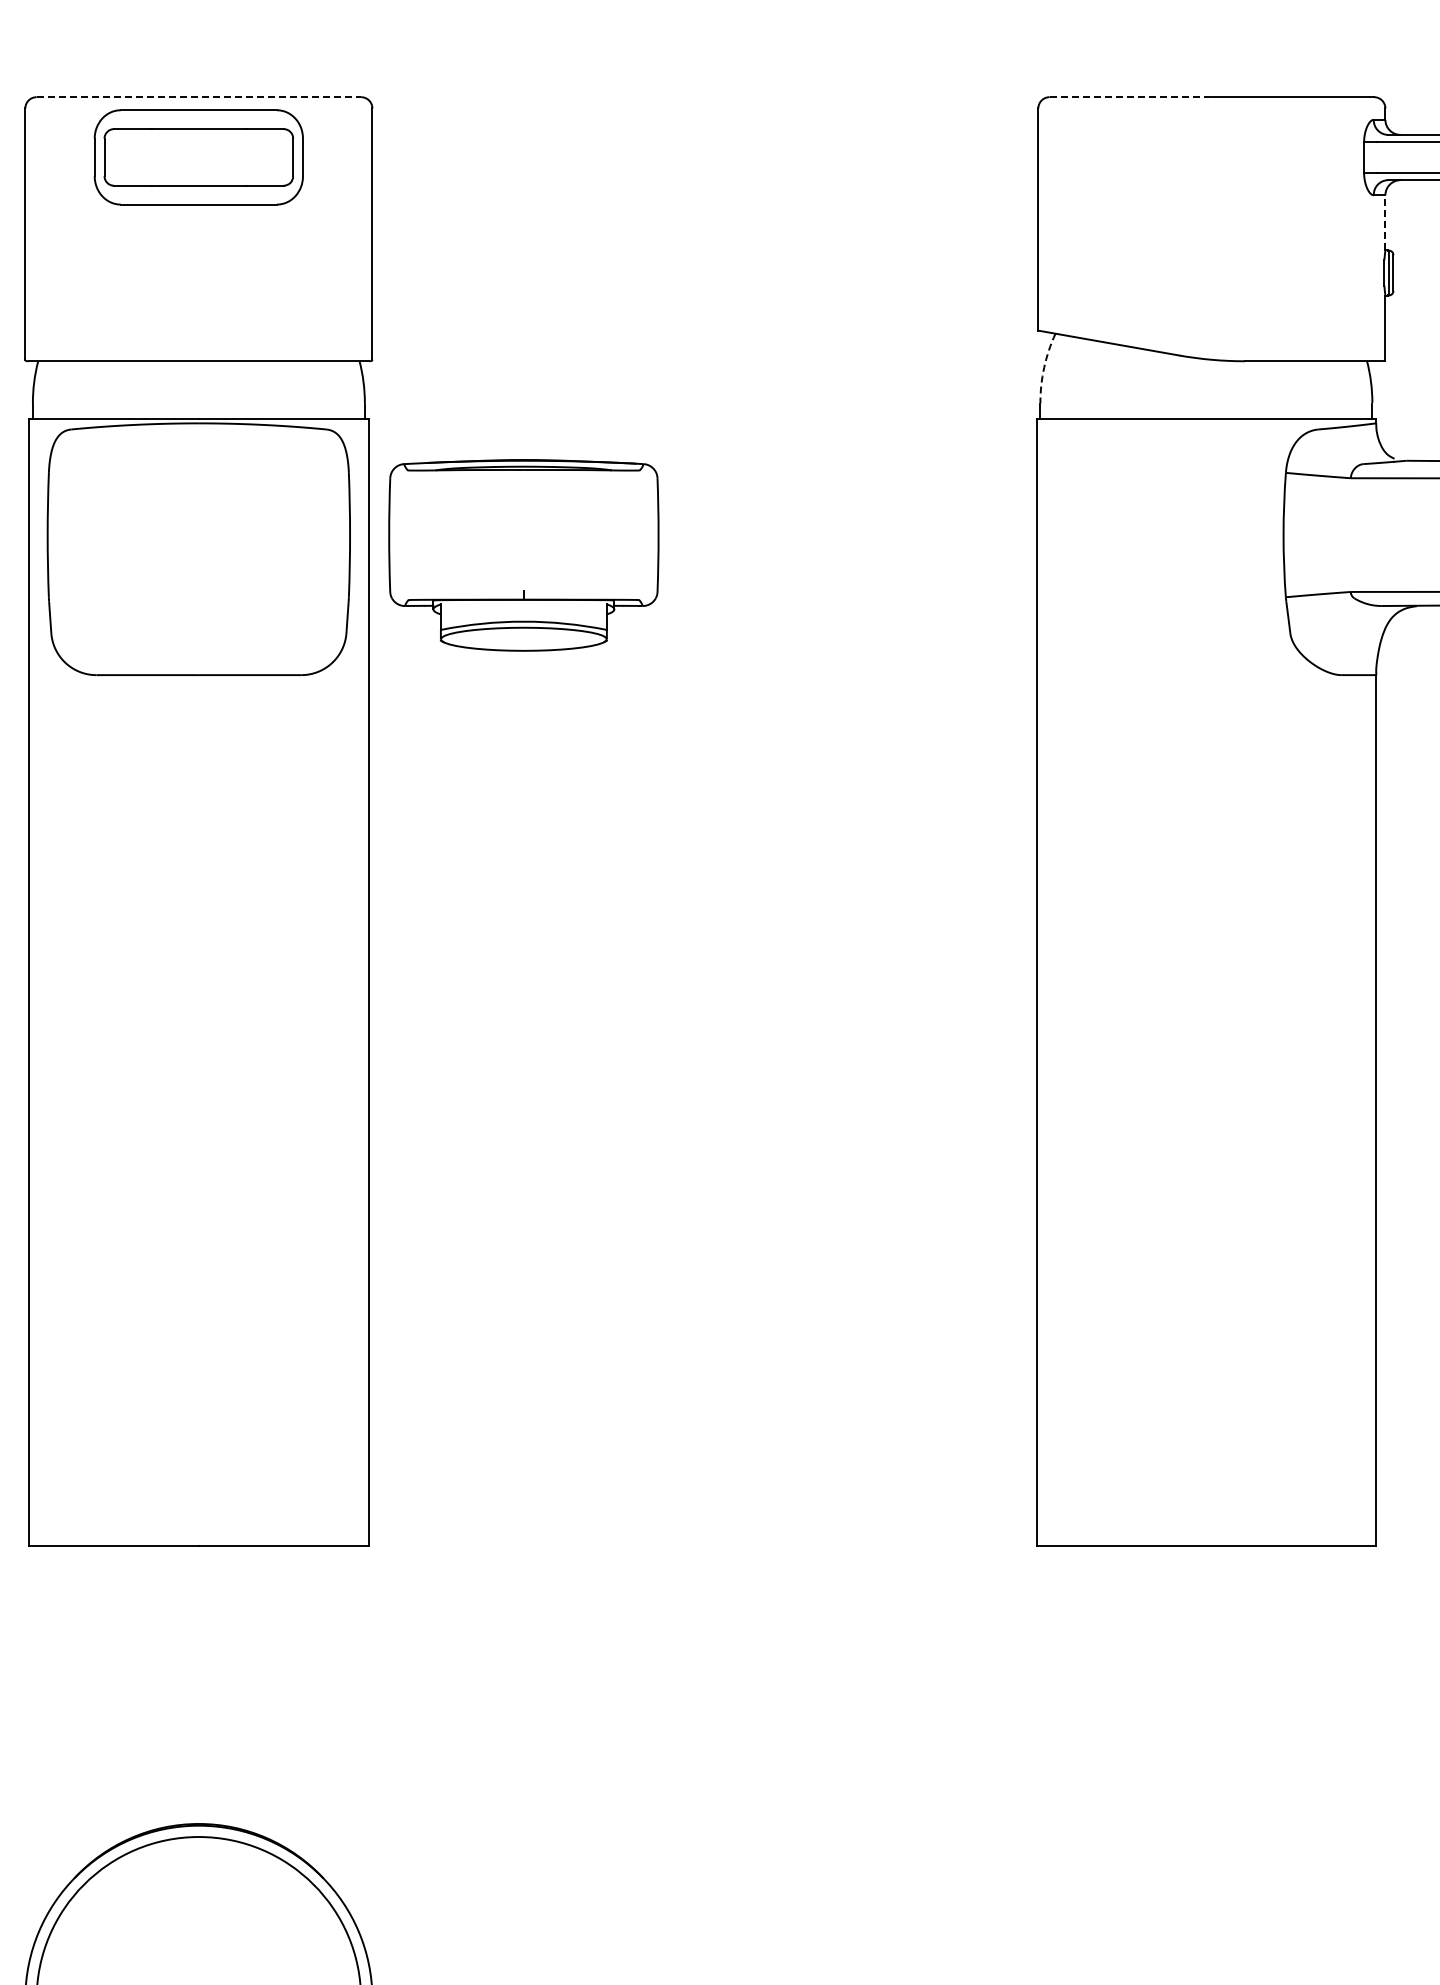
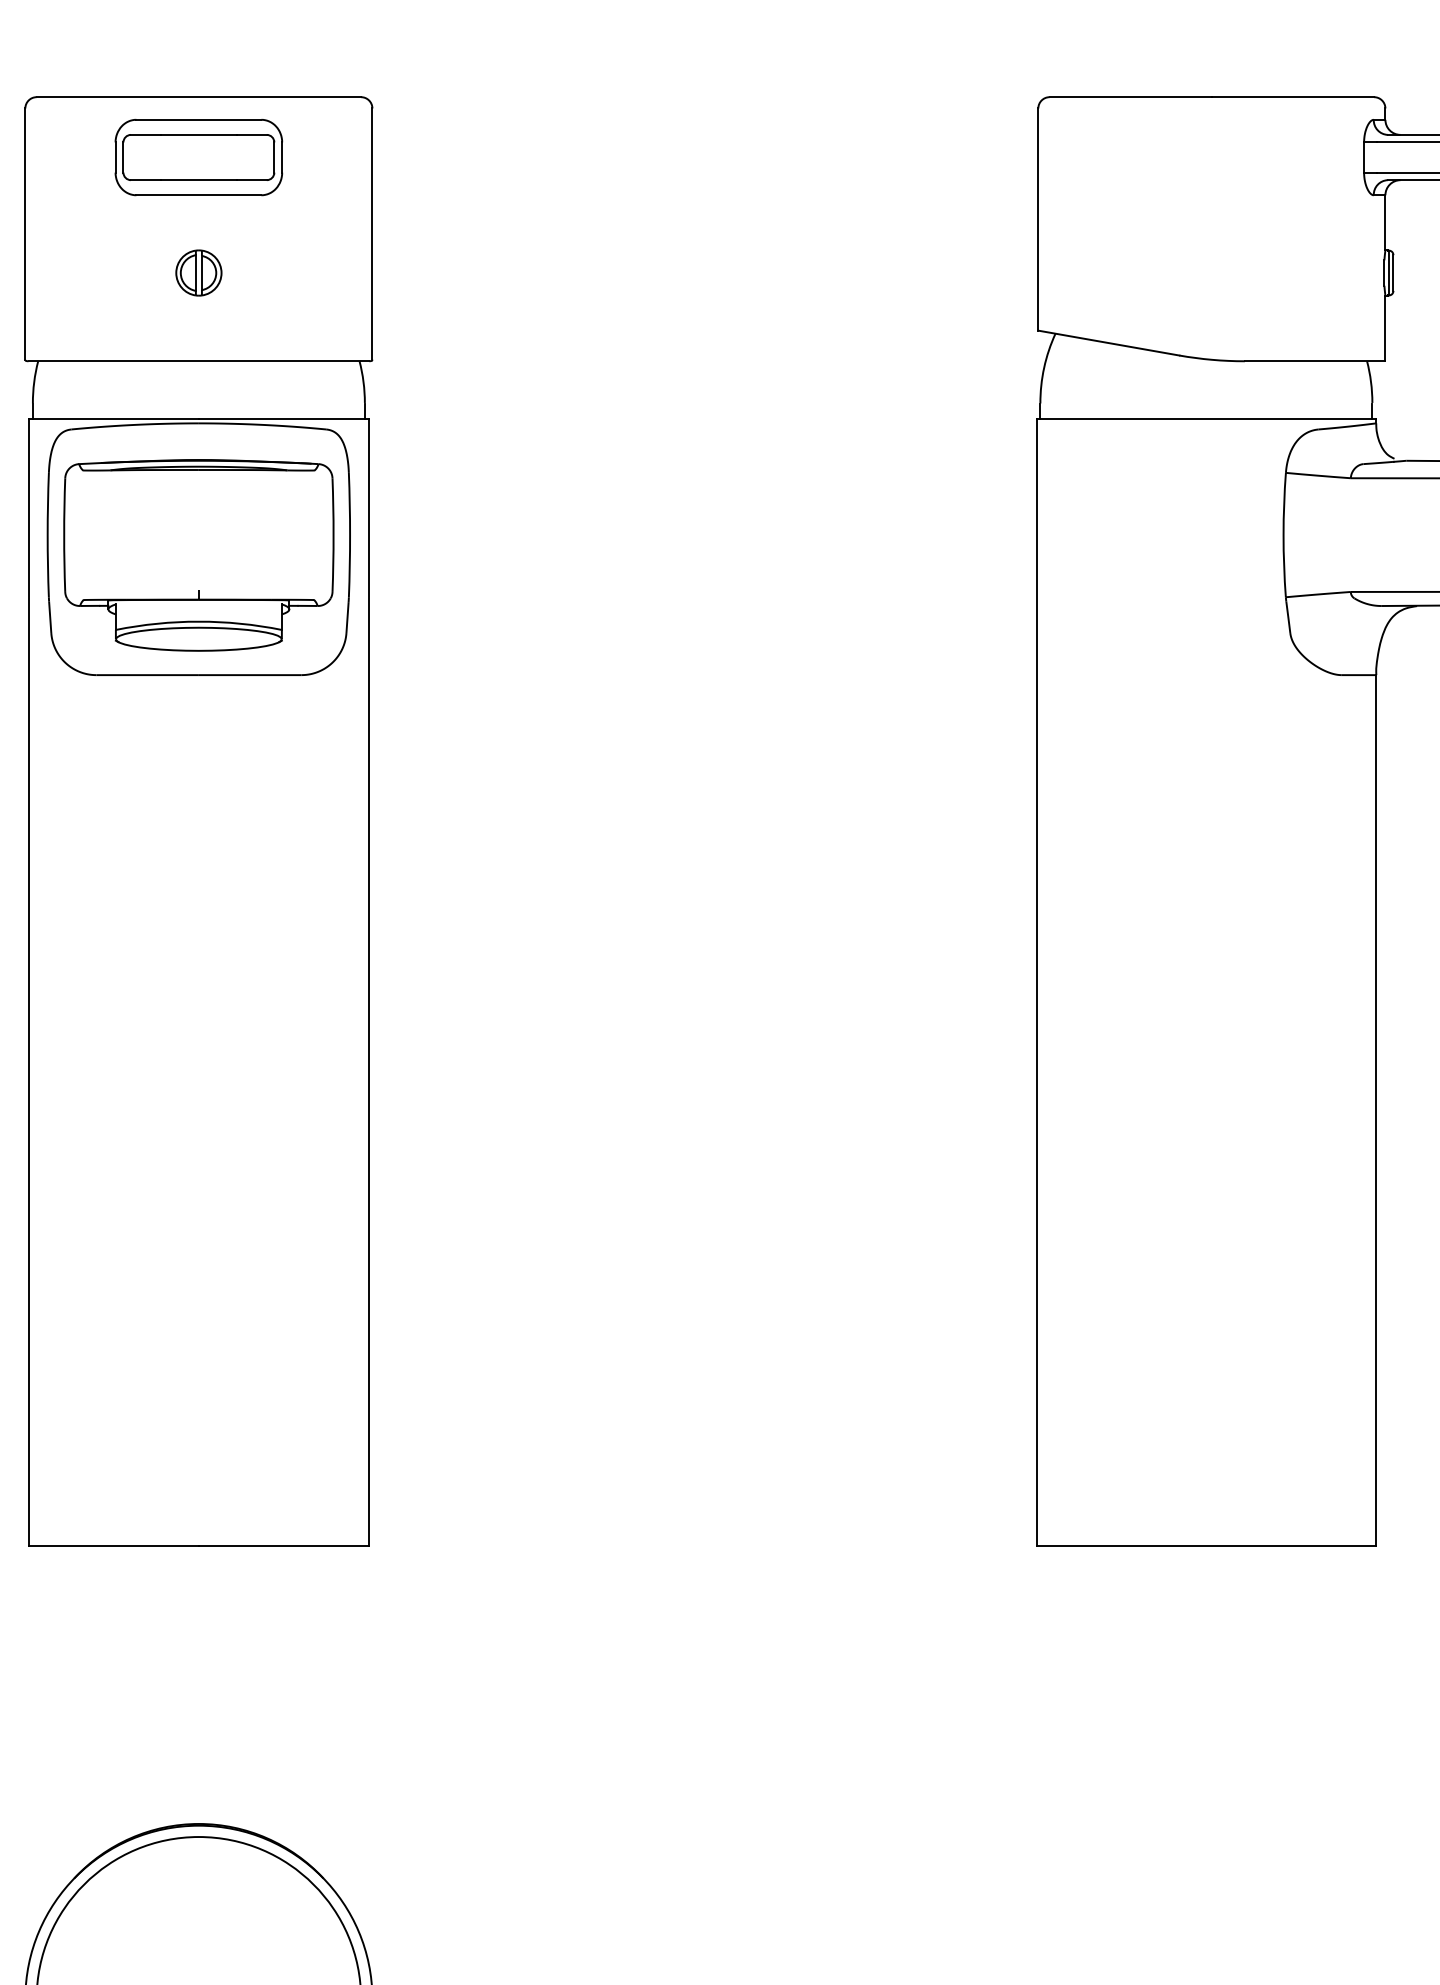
line at (199, 97): dashed -> solid
line at (1131, 97): dashed -> solid
part at (198, 157) size: 211x97 px -> 170x78 px
line at (1385, 222): dashed -> solid
part at (198, 272): none -> present
arc at (1044, 367): dashed -> solid
part at (523, 555) position: (523, 555) -> (198, 555)
